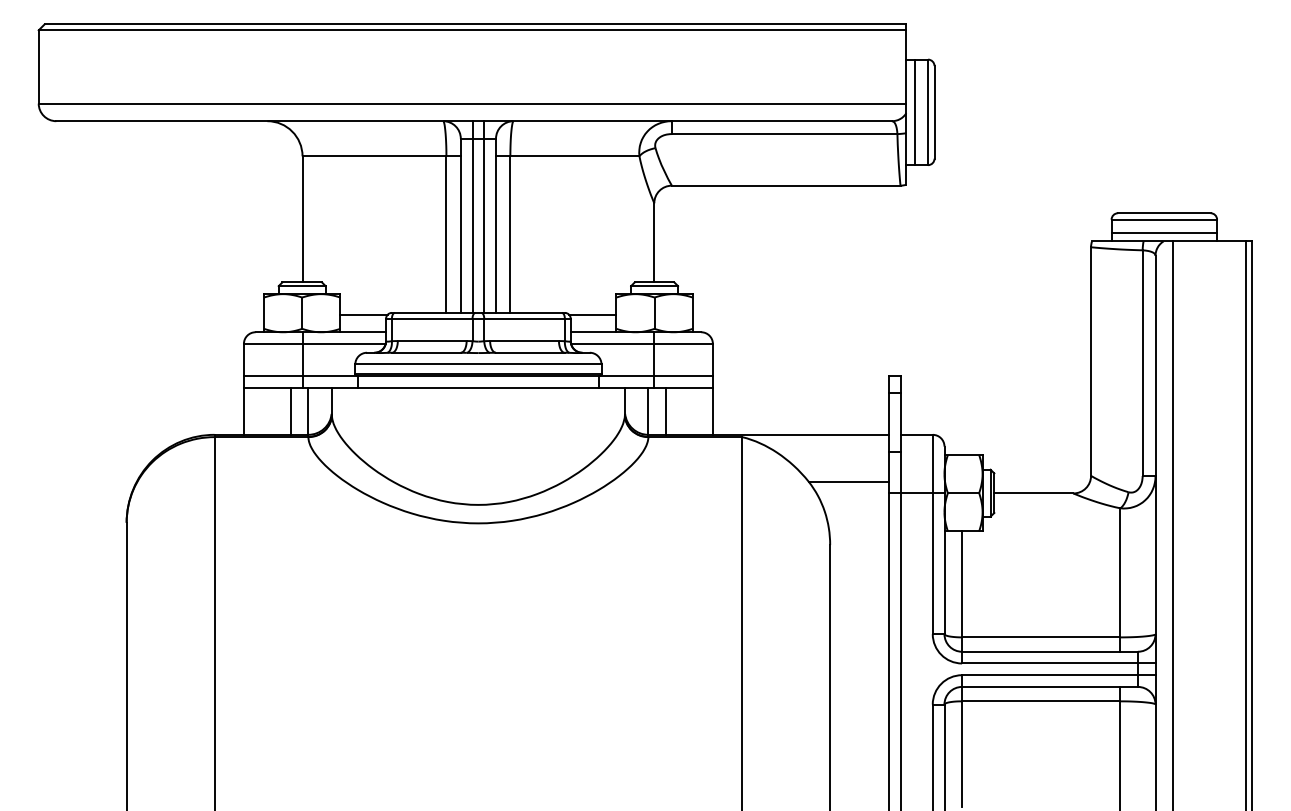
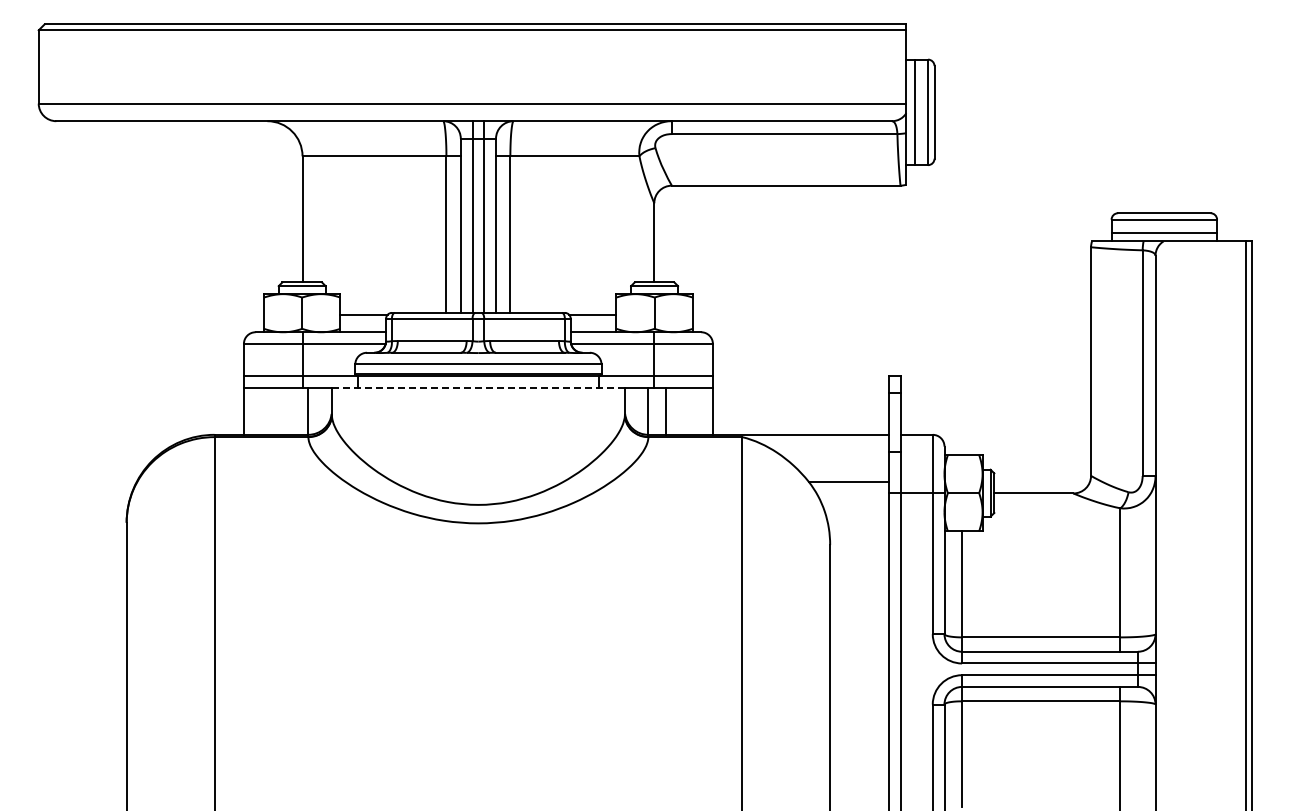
line at (478, 387): solid -> dashed
line at (290, 410): present -> none
line at (1173, 524): present -> none
